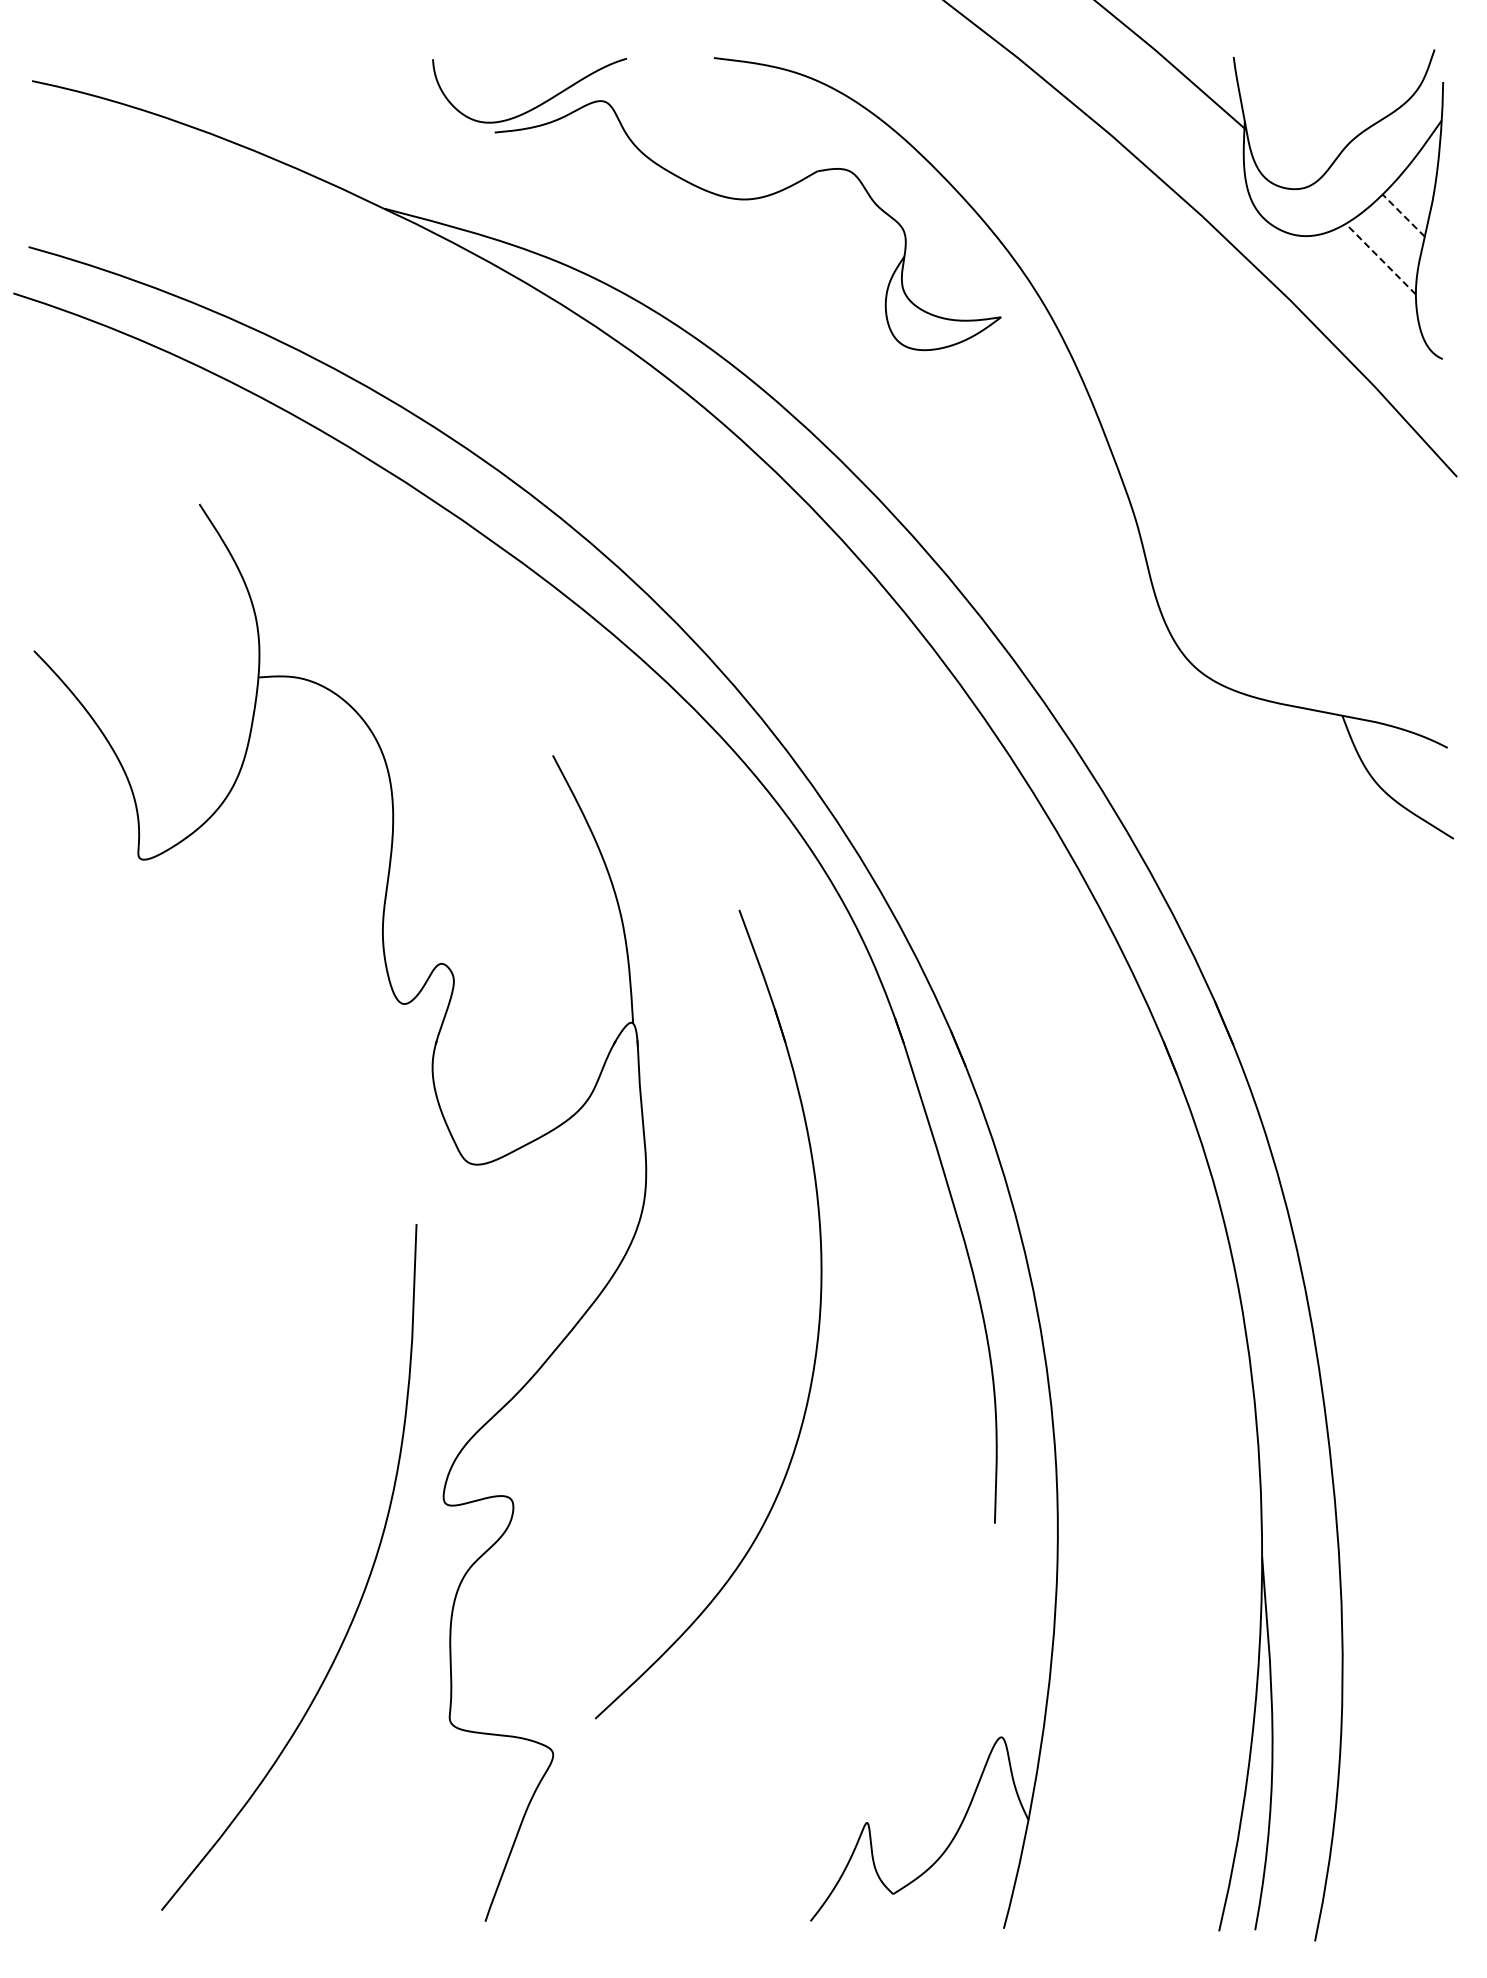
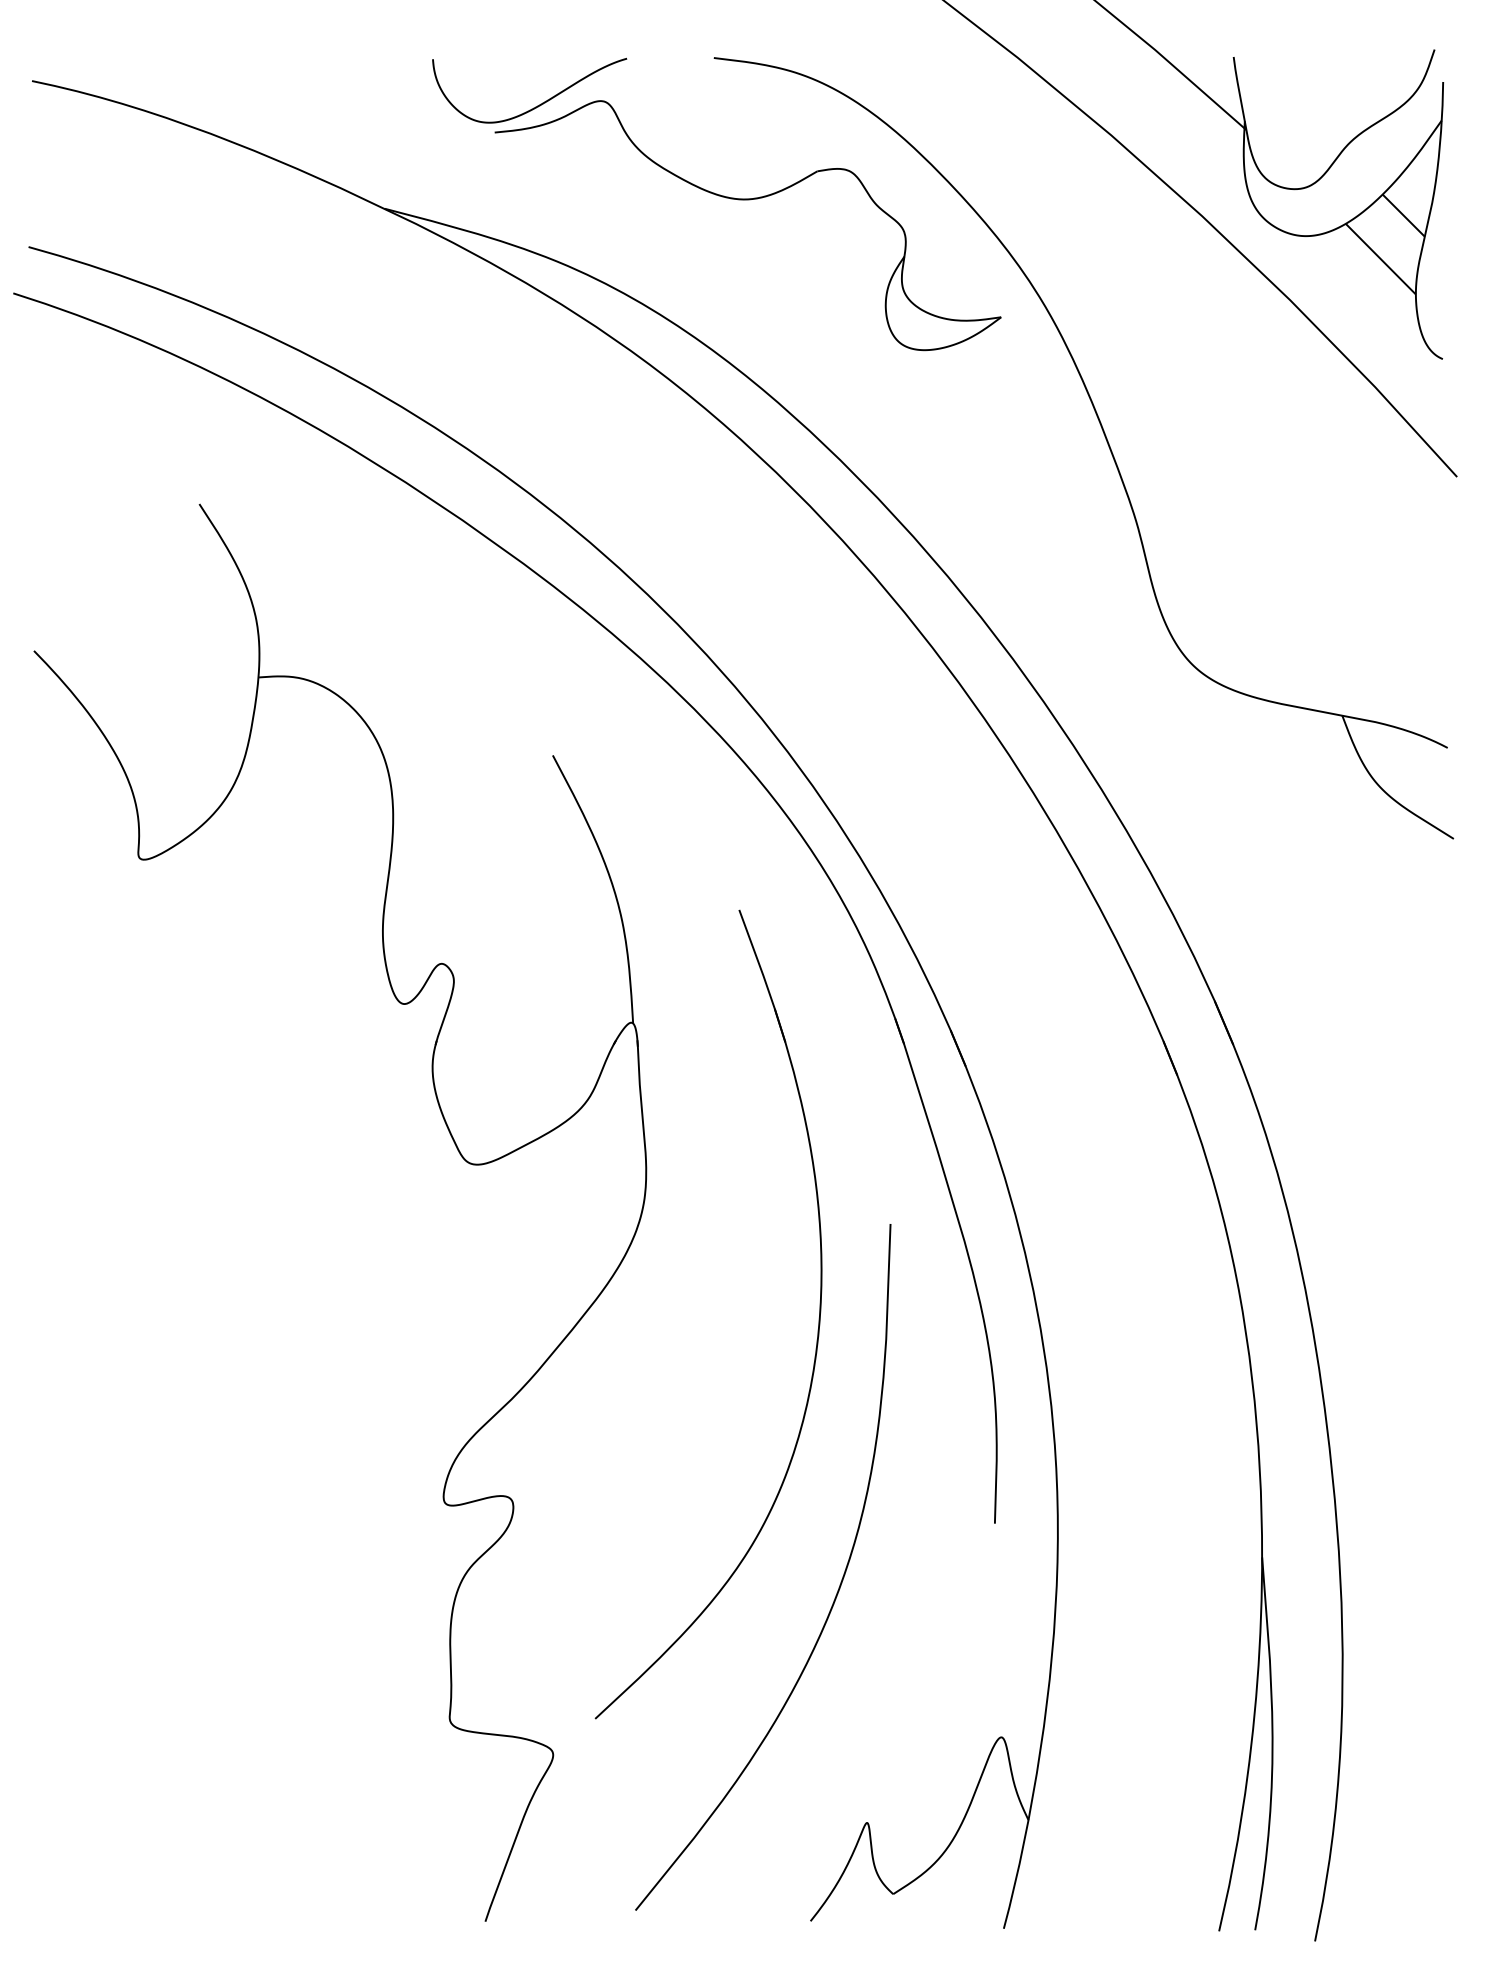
line at (1403, 215): dashed -> solid
line at (1380, 259): dashed -> solid
curve at (362, 1592) position: (362, 1592) -> (836, 1592)
